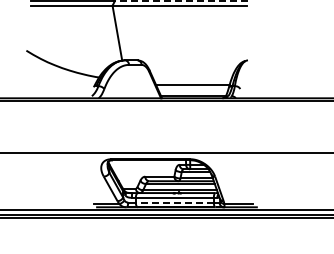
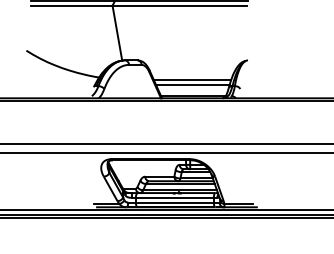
line at (181, 1): dashed -> solid
line at (192, 79): none -> present
line at (166, 143): none -> present
line at (174, 202): dashed -> solid
